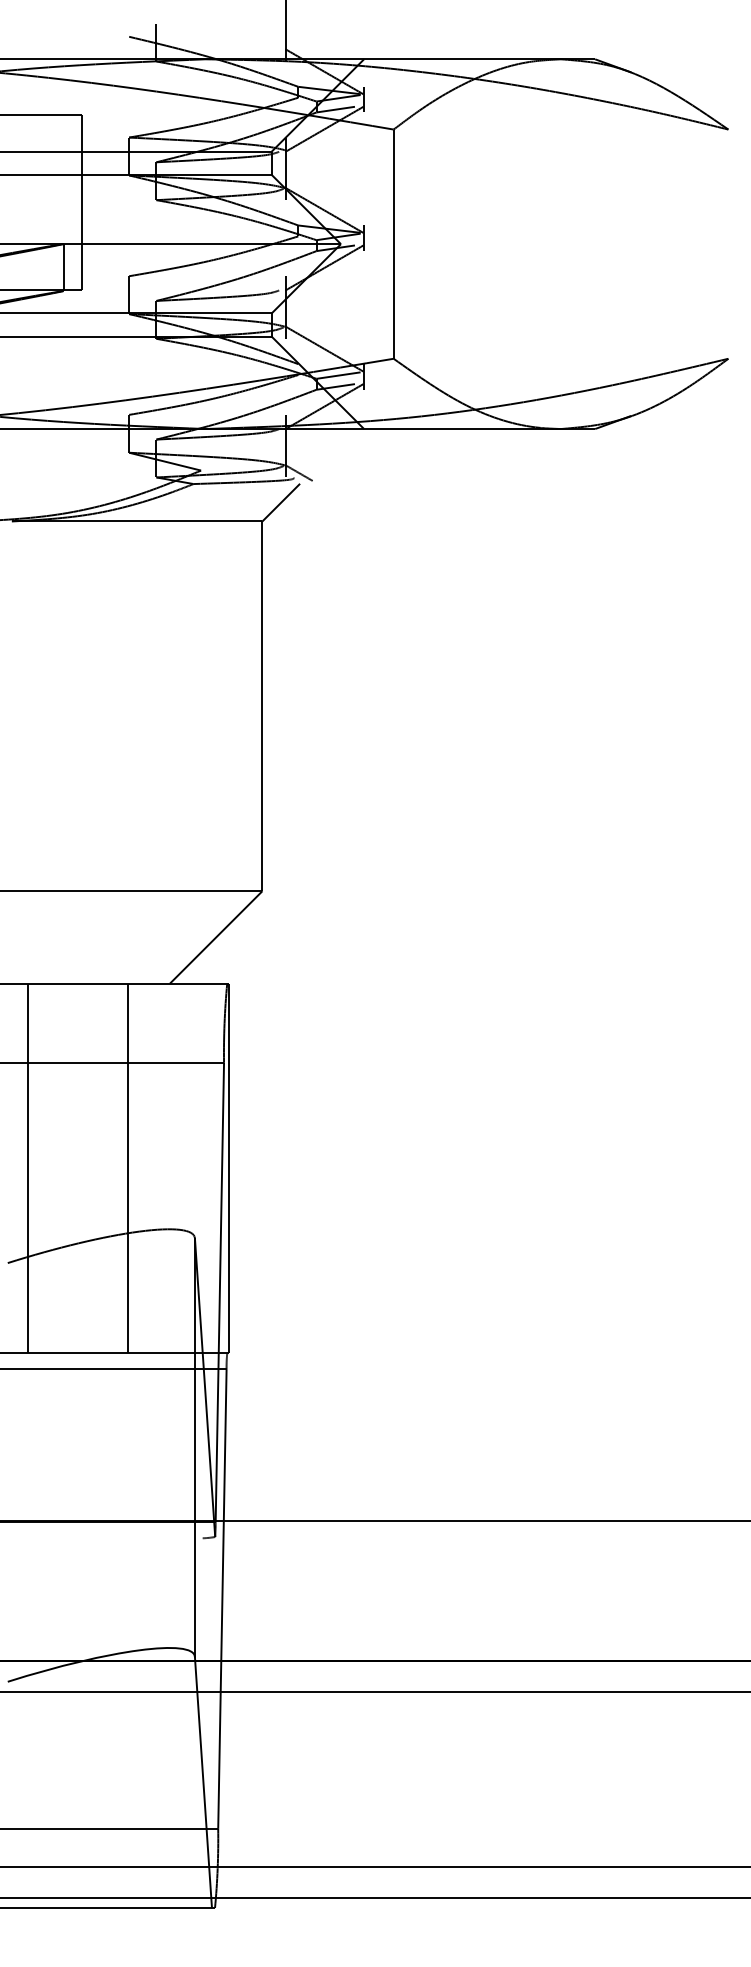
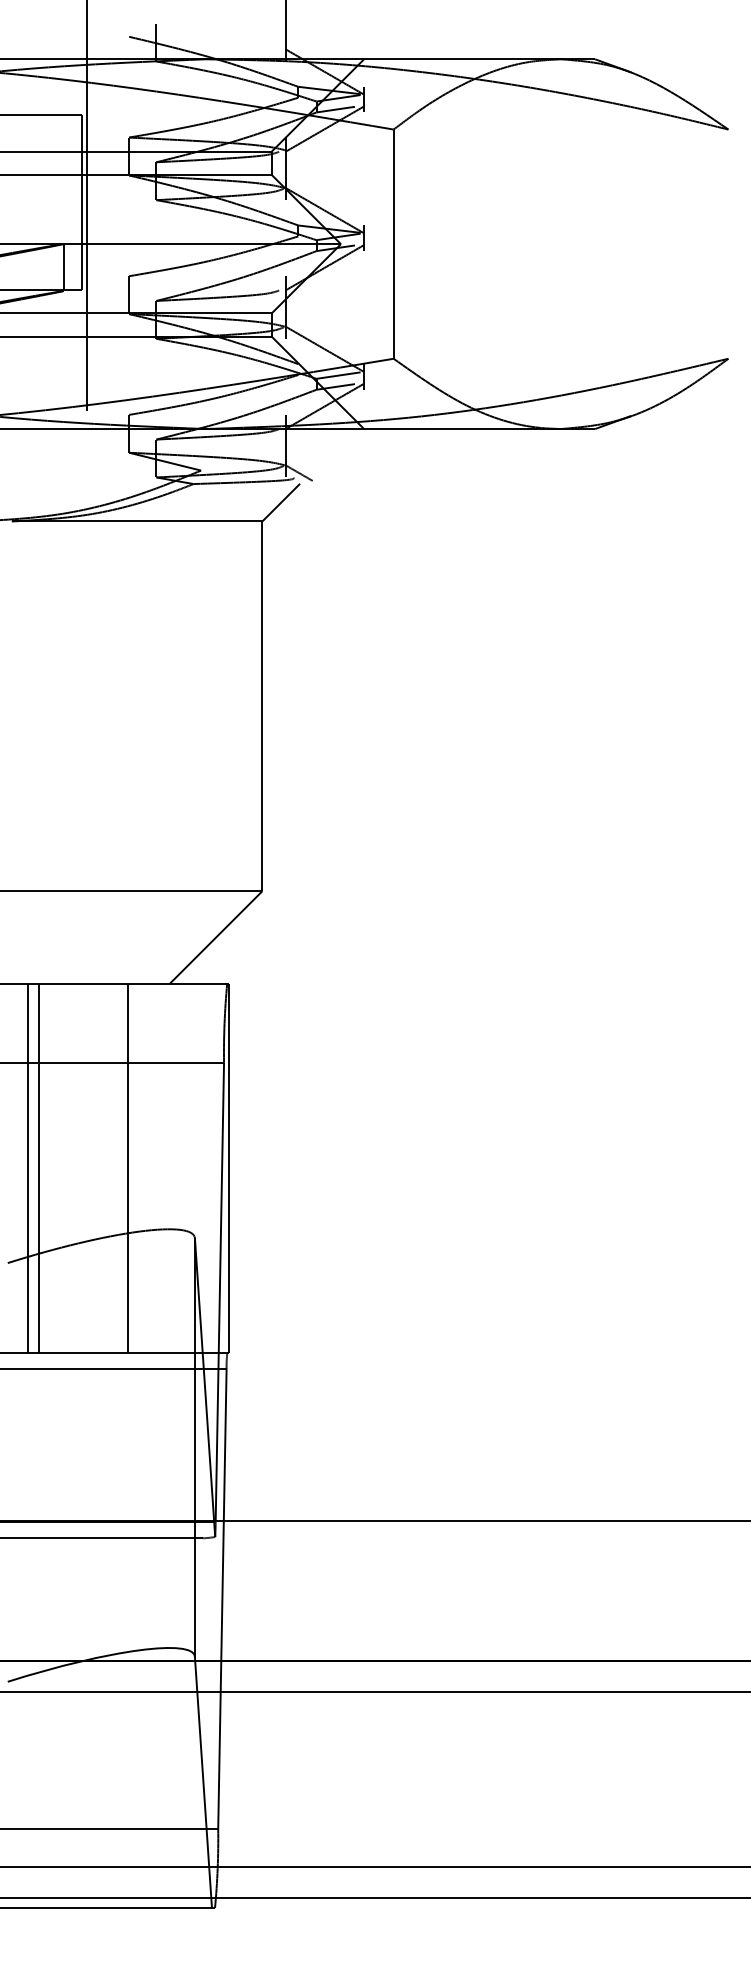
line at (86, 206): none -> present
line at (39, 1168): none -> present
line at (102, 1538): none -> present
